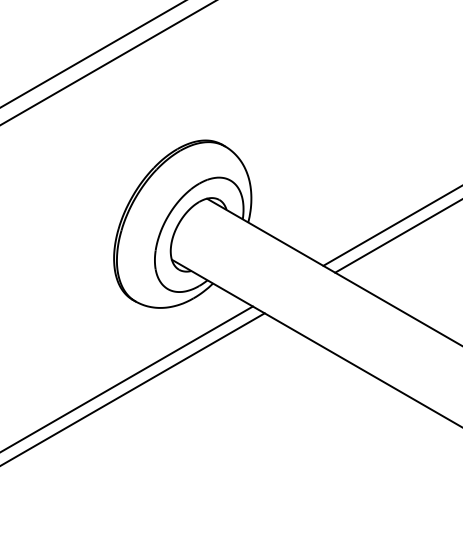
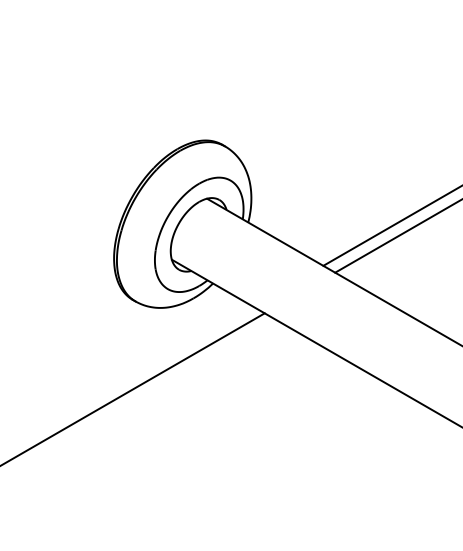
line at (92, 54): present -> none
line at (107, 63): present -> none
line at (127, 378): present -> none
